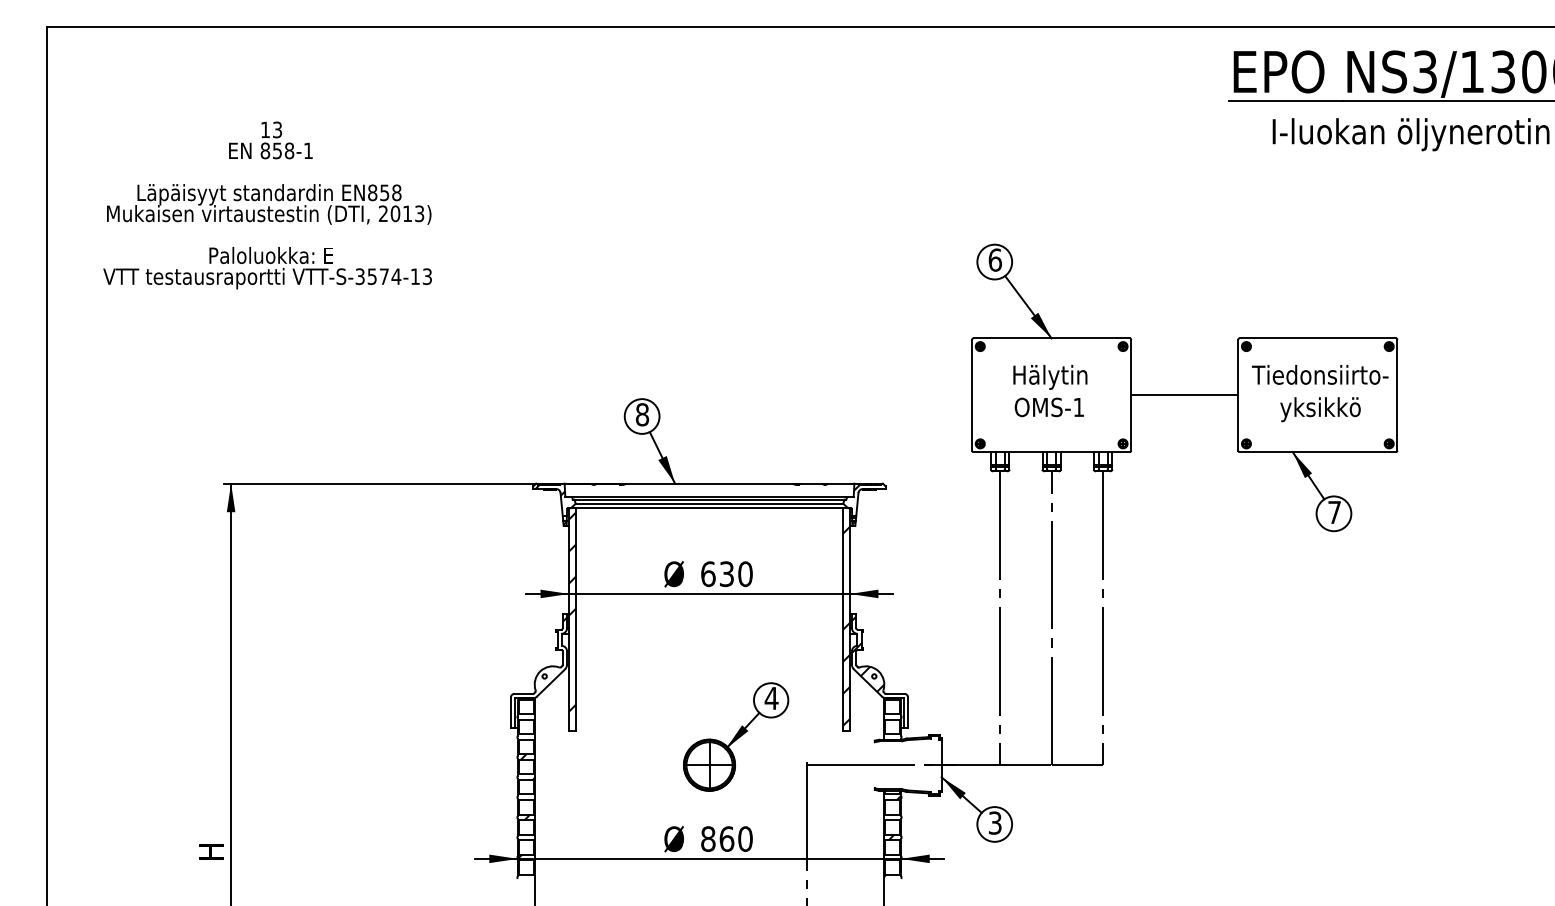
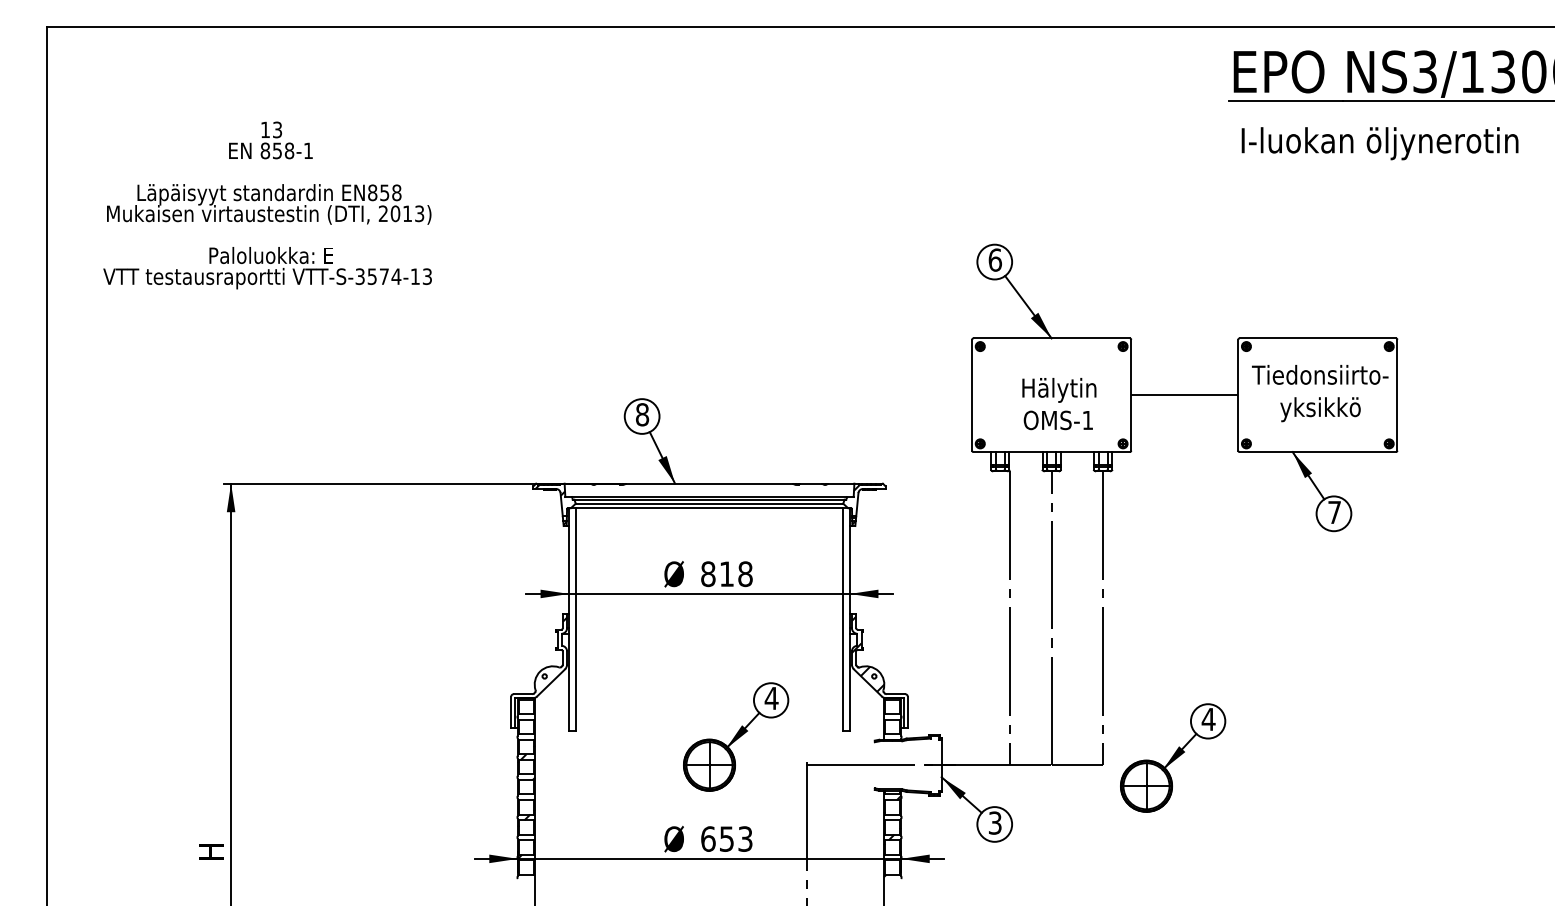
text at (1410, 134) position: (1410, 134) -> (1379, 143)
text at (1050, 391) position: (1050, 391) -> (1059, 404)
text at (726, 574): 630 -> 818
hatch at (572, 611): present -> none
line at (1000, 618) position: (1000, 618) -> (1010, 618)
hatch at (846, 625): present -> none
part at (1173, 757): none -> present
text at (726, 838): 860 -> 653
